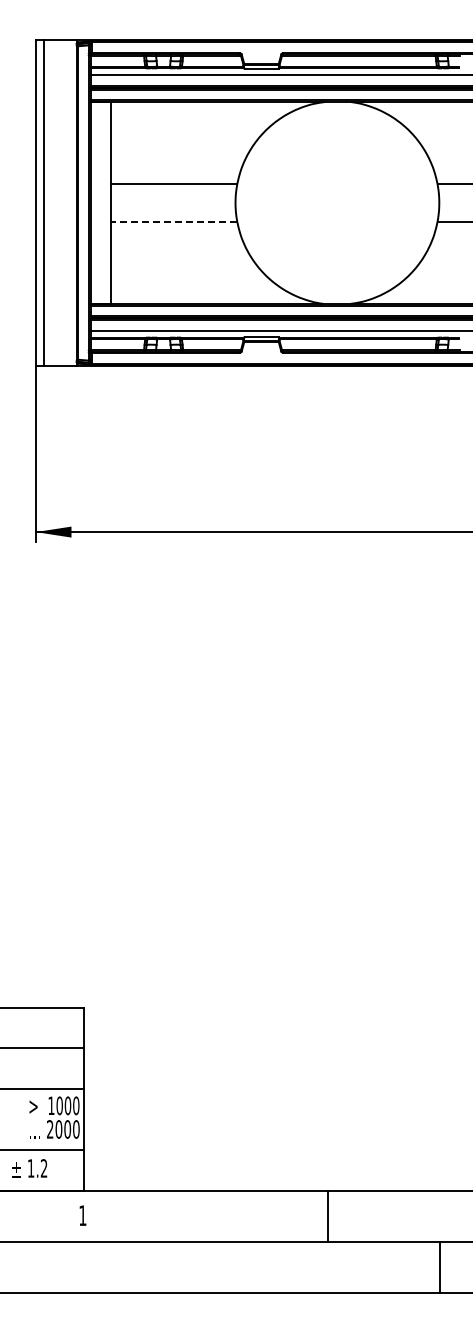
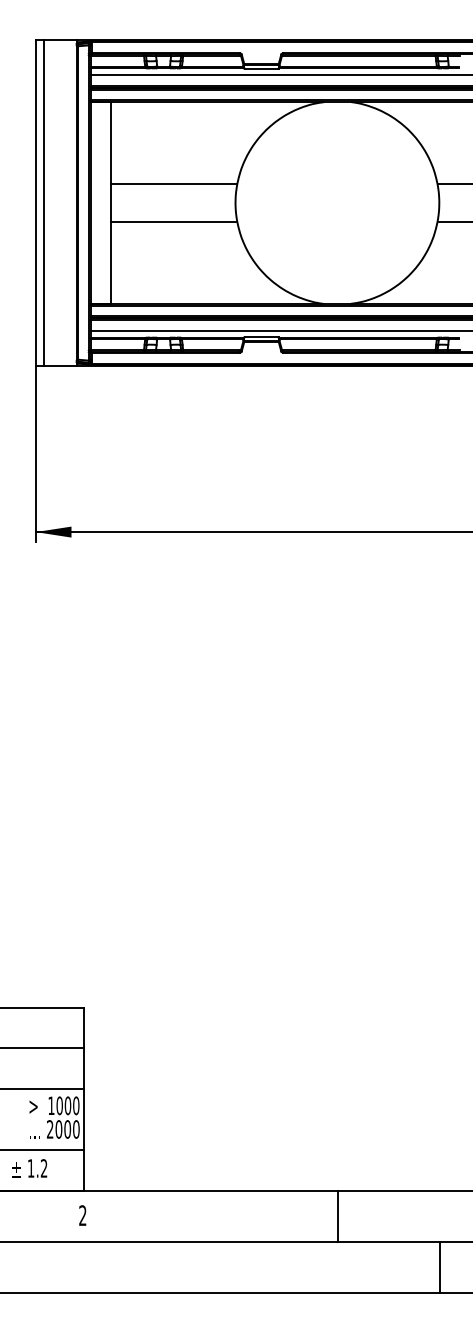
line at (173, 222): dashed -> solid
text at (82, 1215): 1 -> 2
line at (328, 1216) position: (328, 1216) -> (338, 1216)
